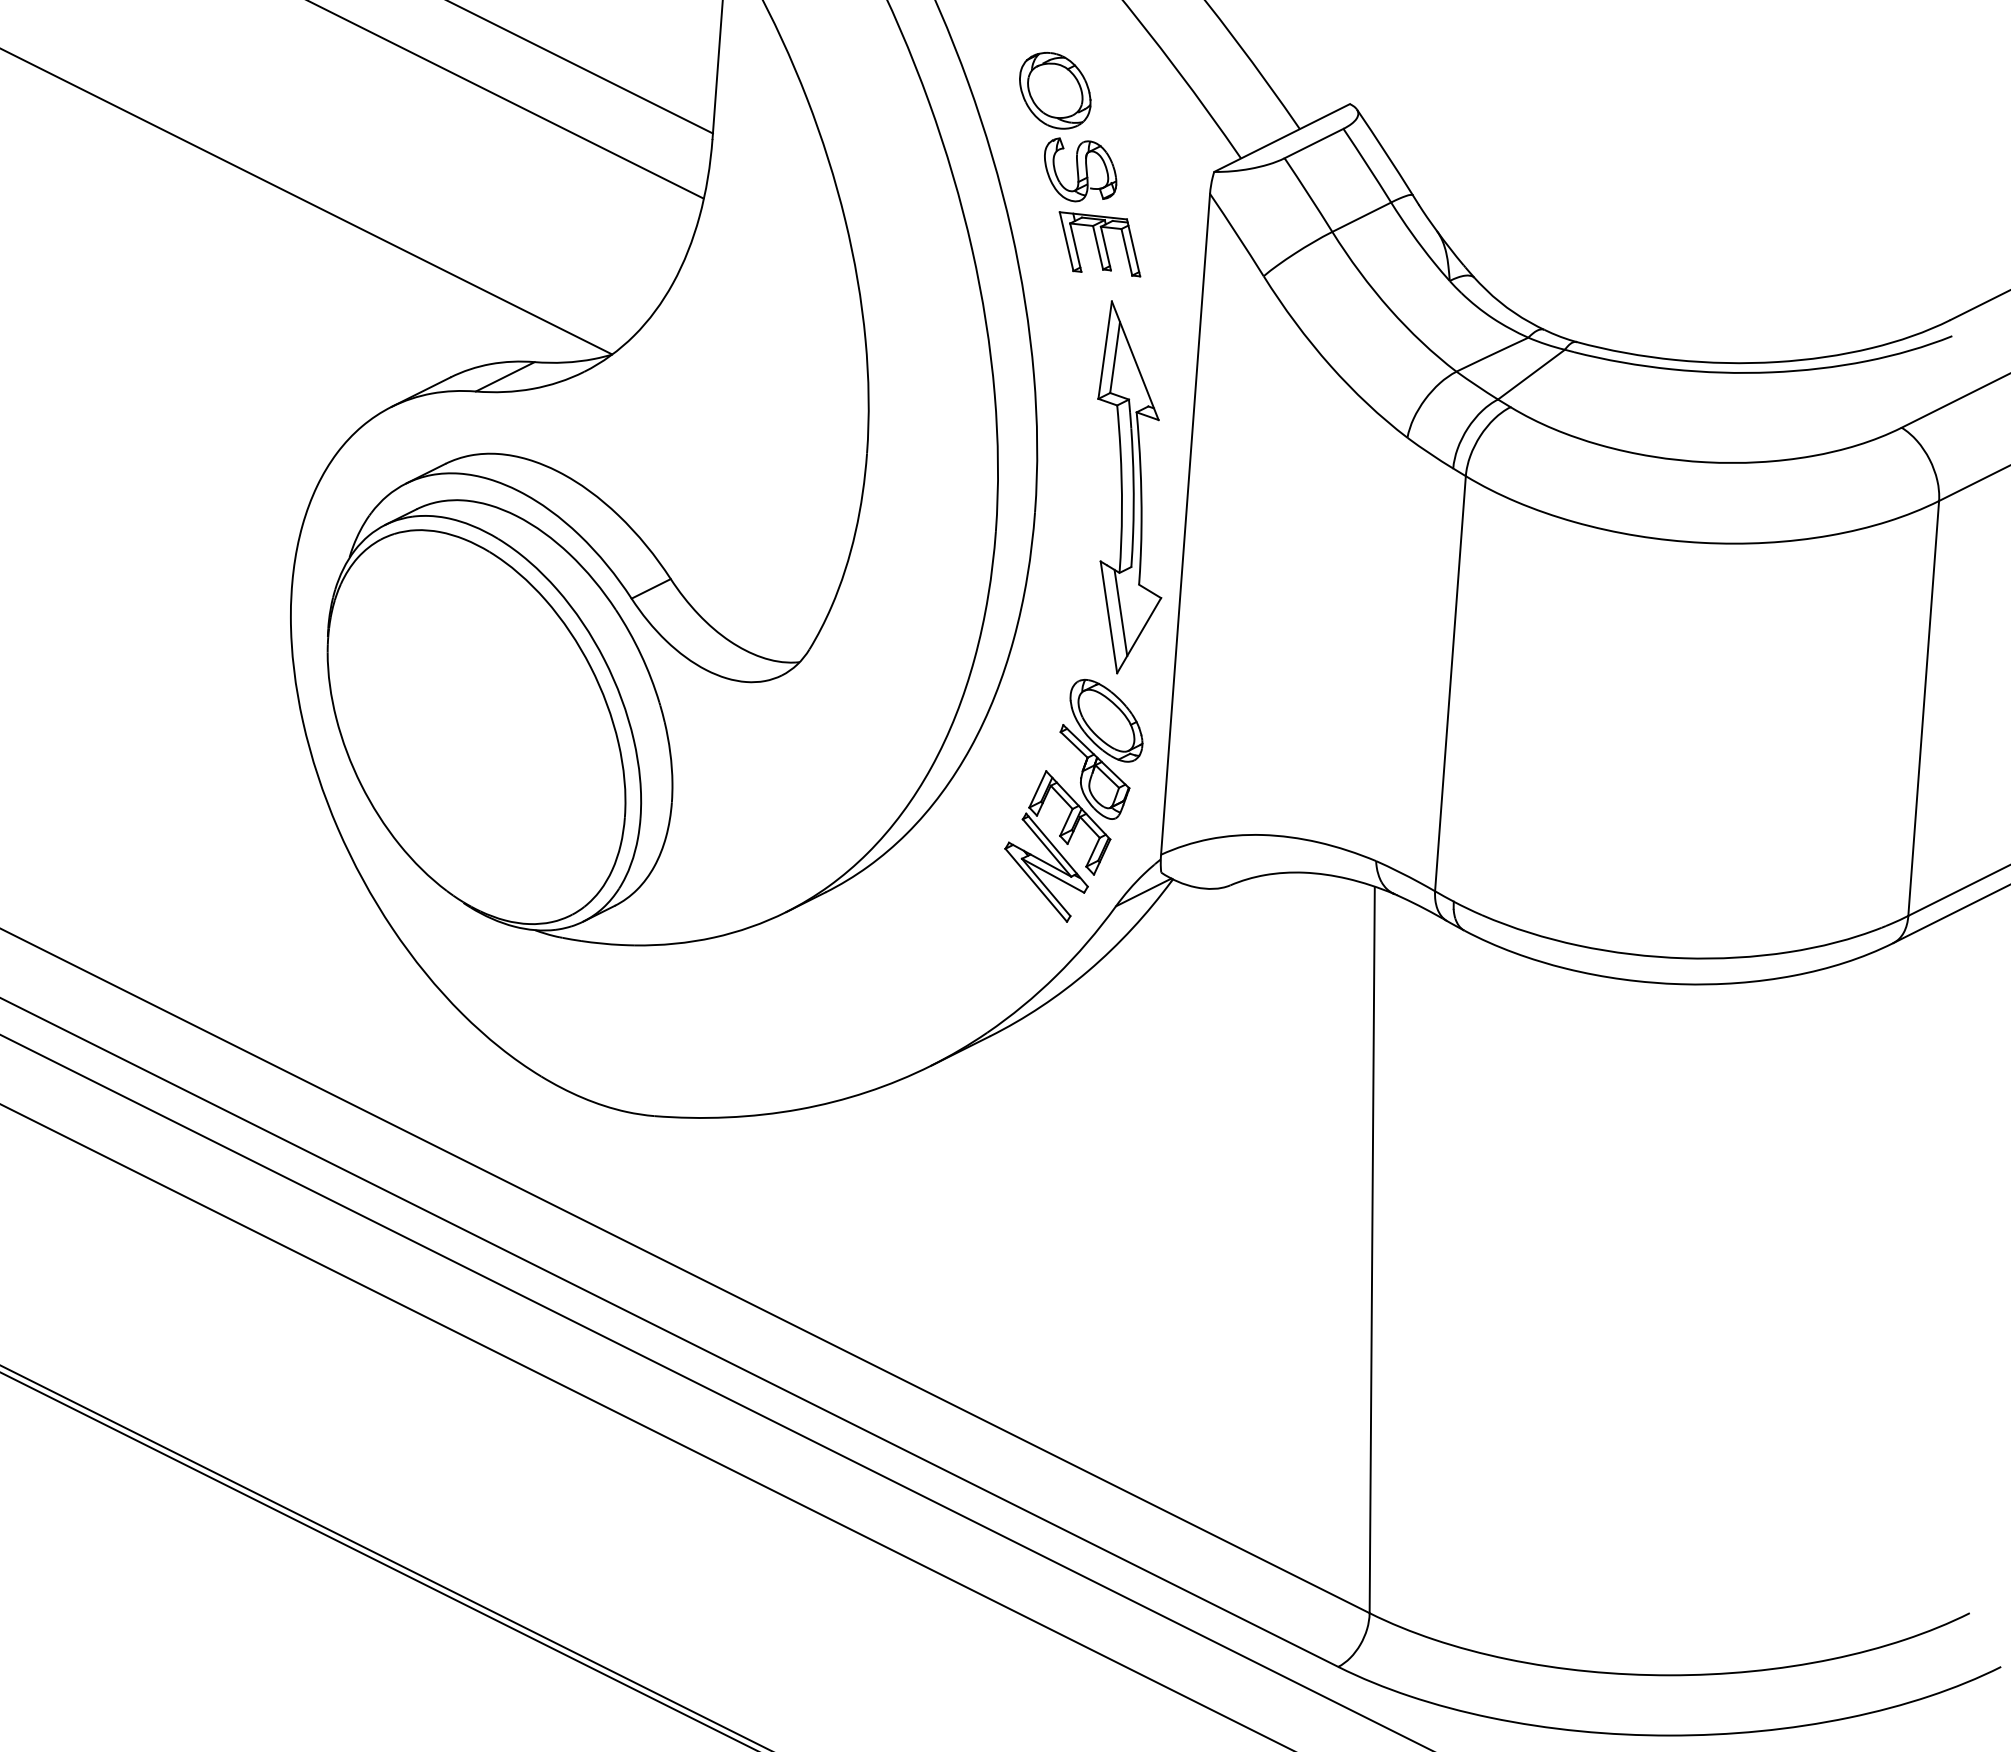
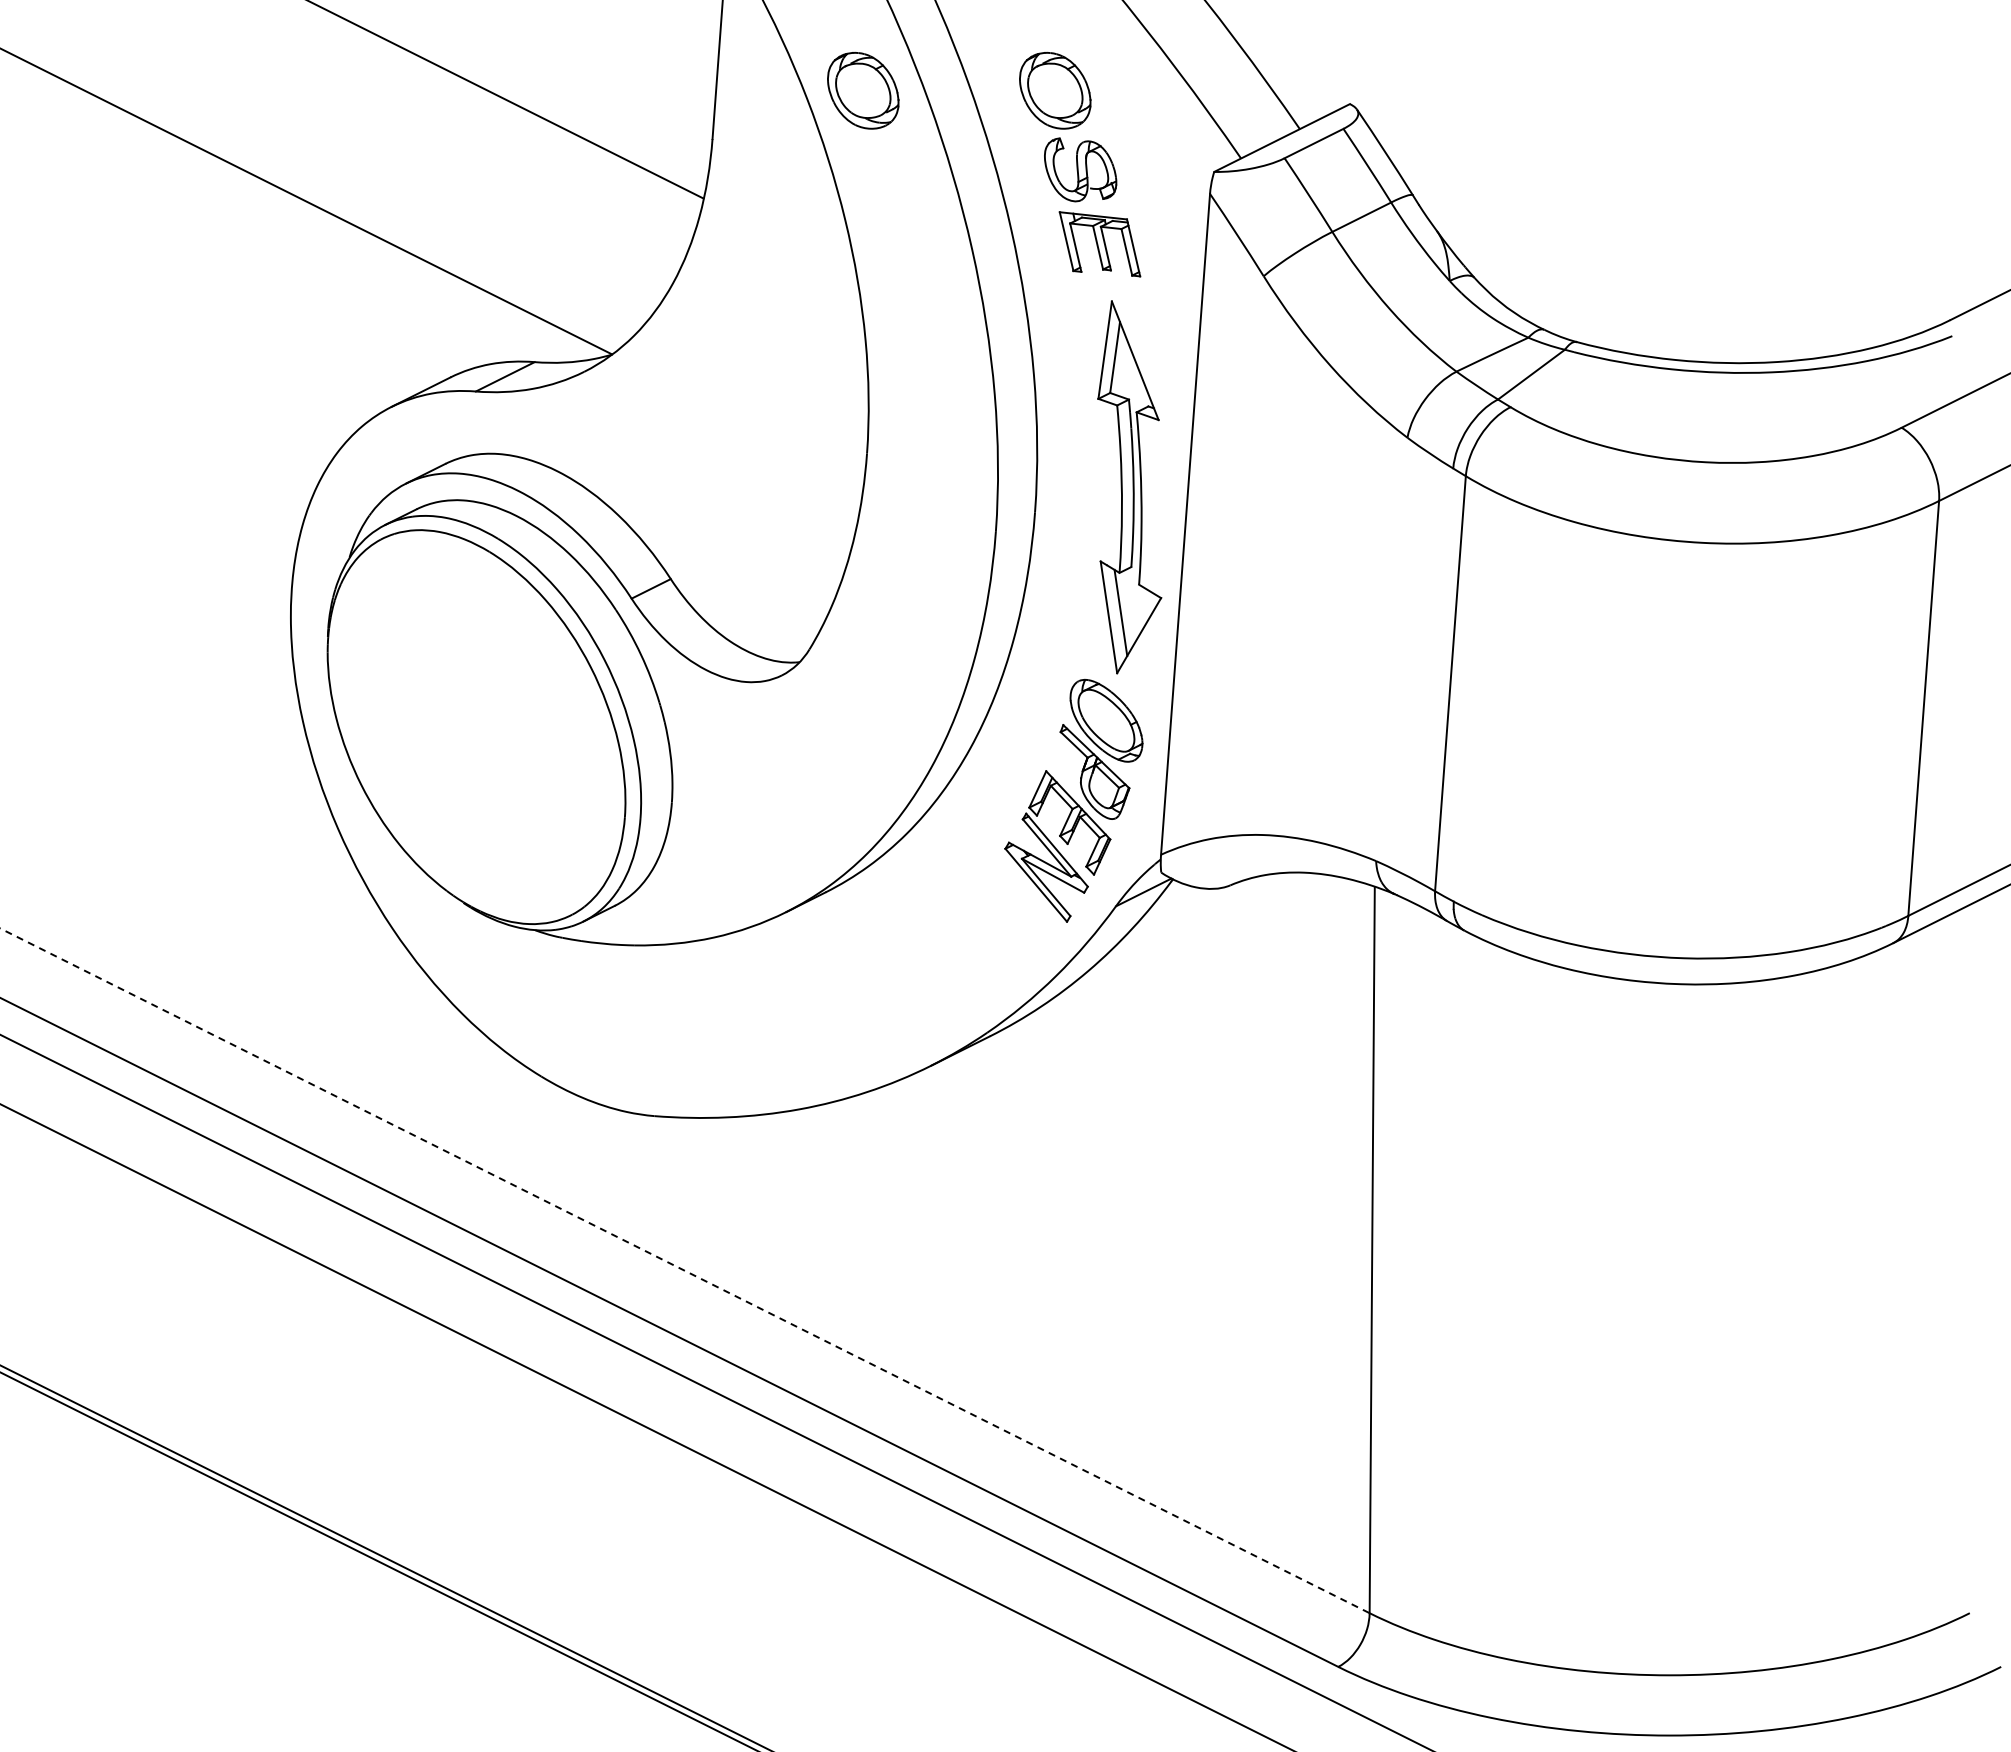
line at (580, 67): present -> none
part at (863, 90): none -> present
line at (685, 1271): solid -> dashed
